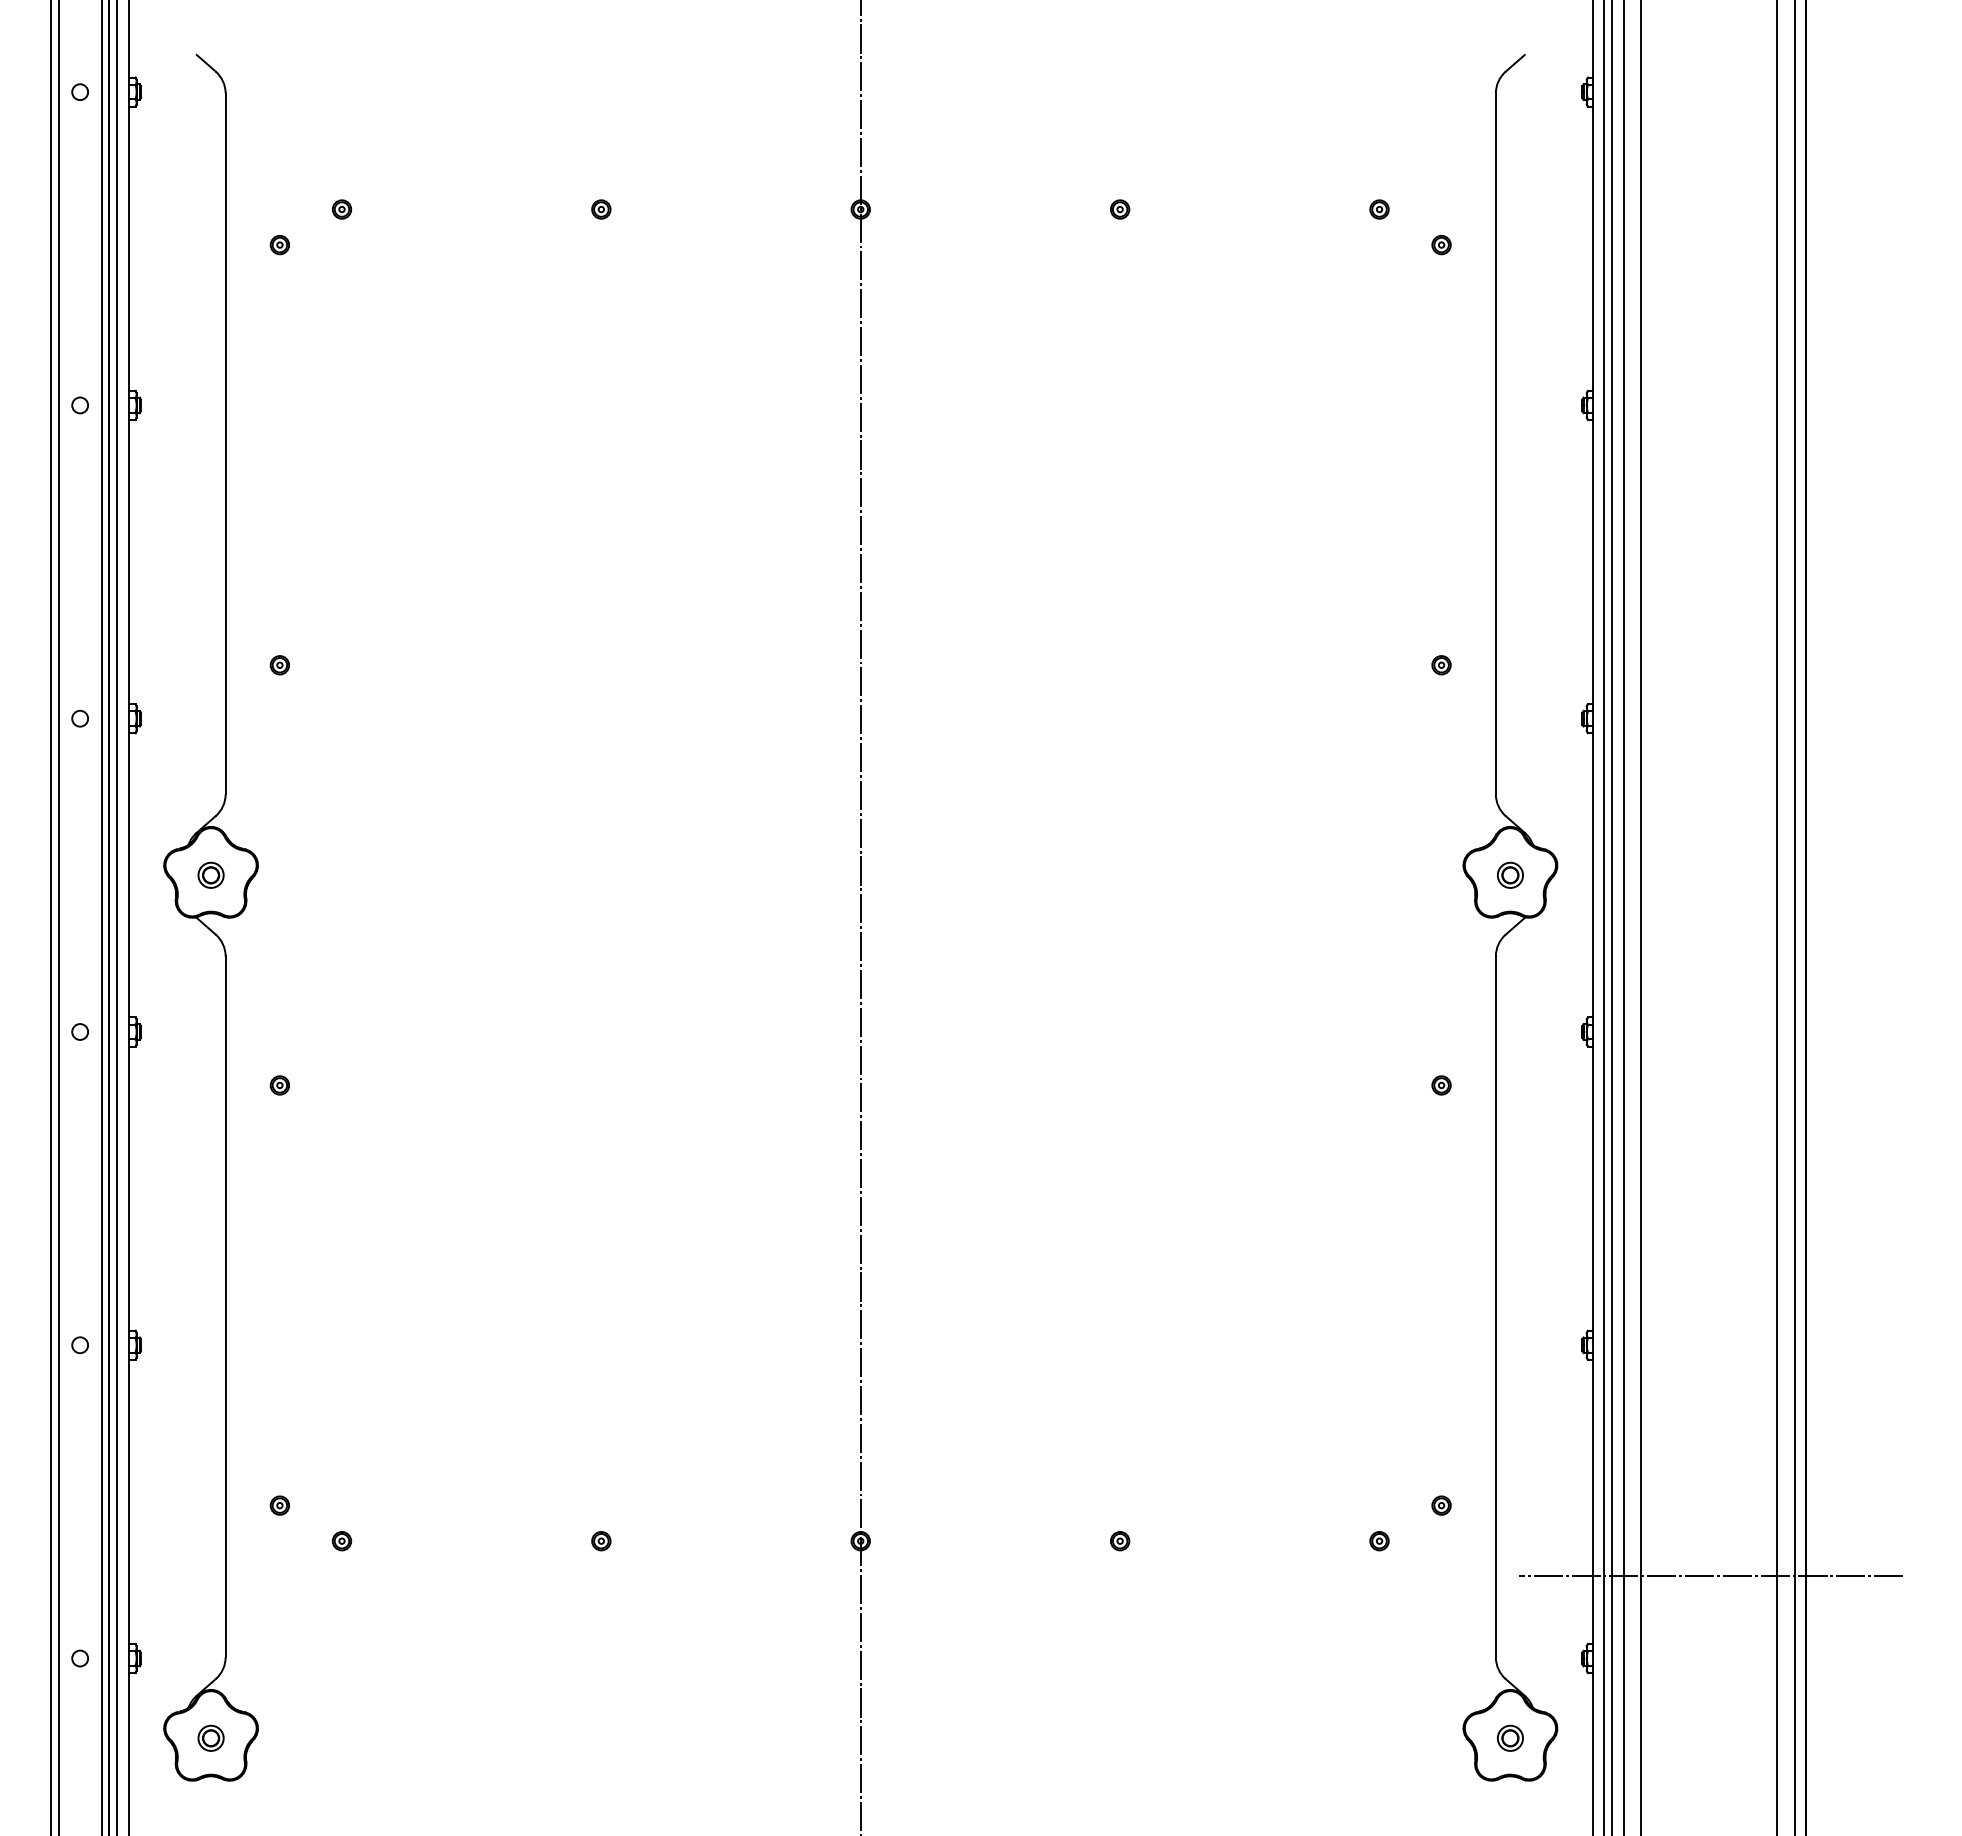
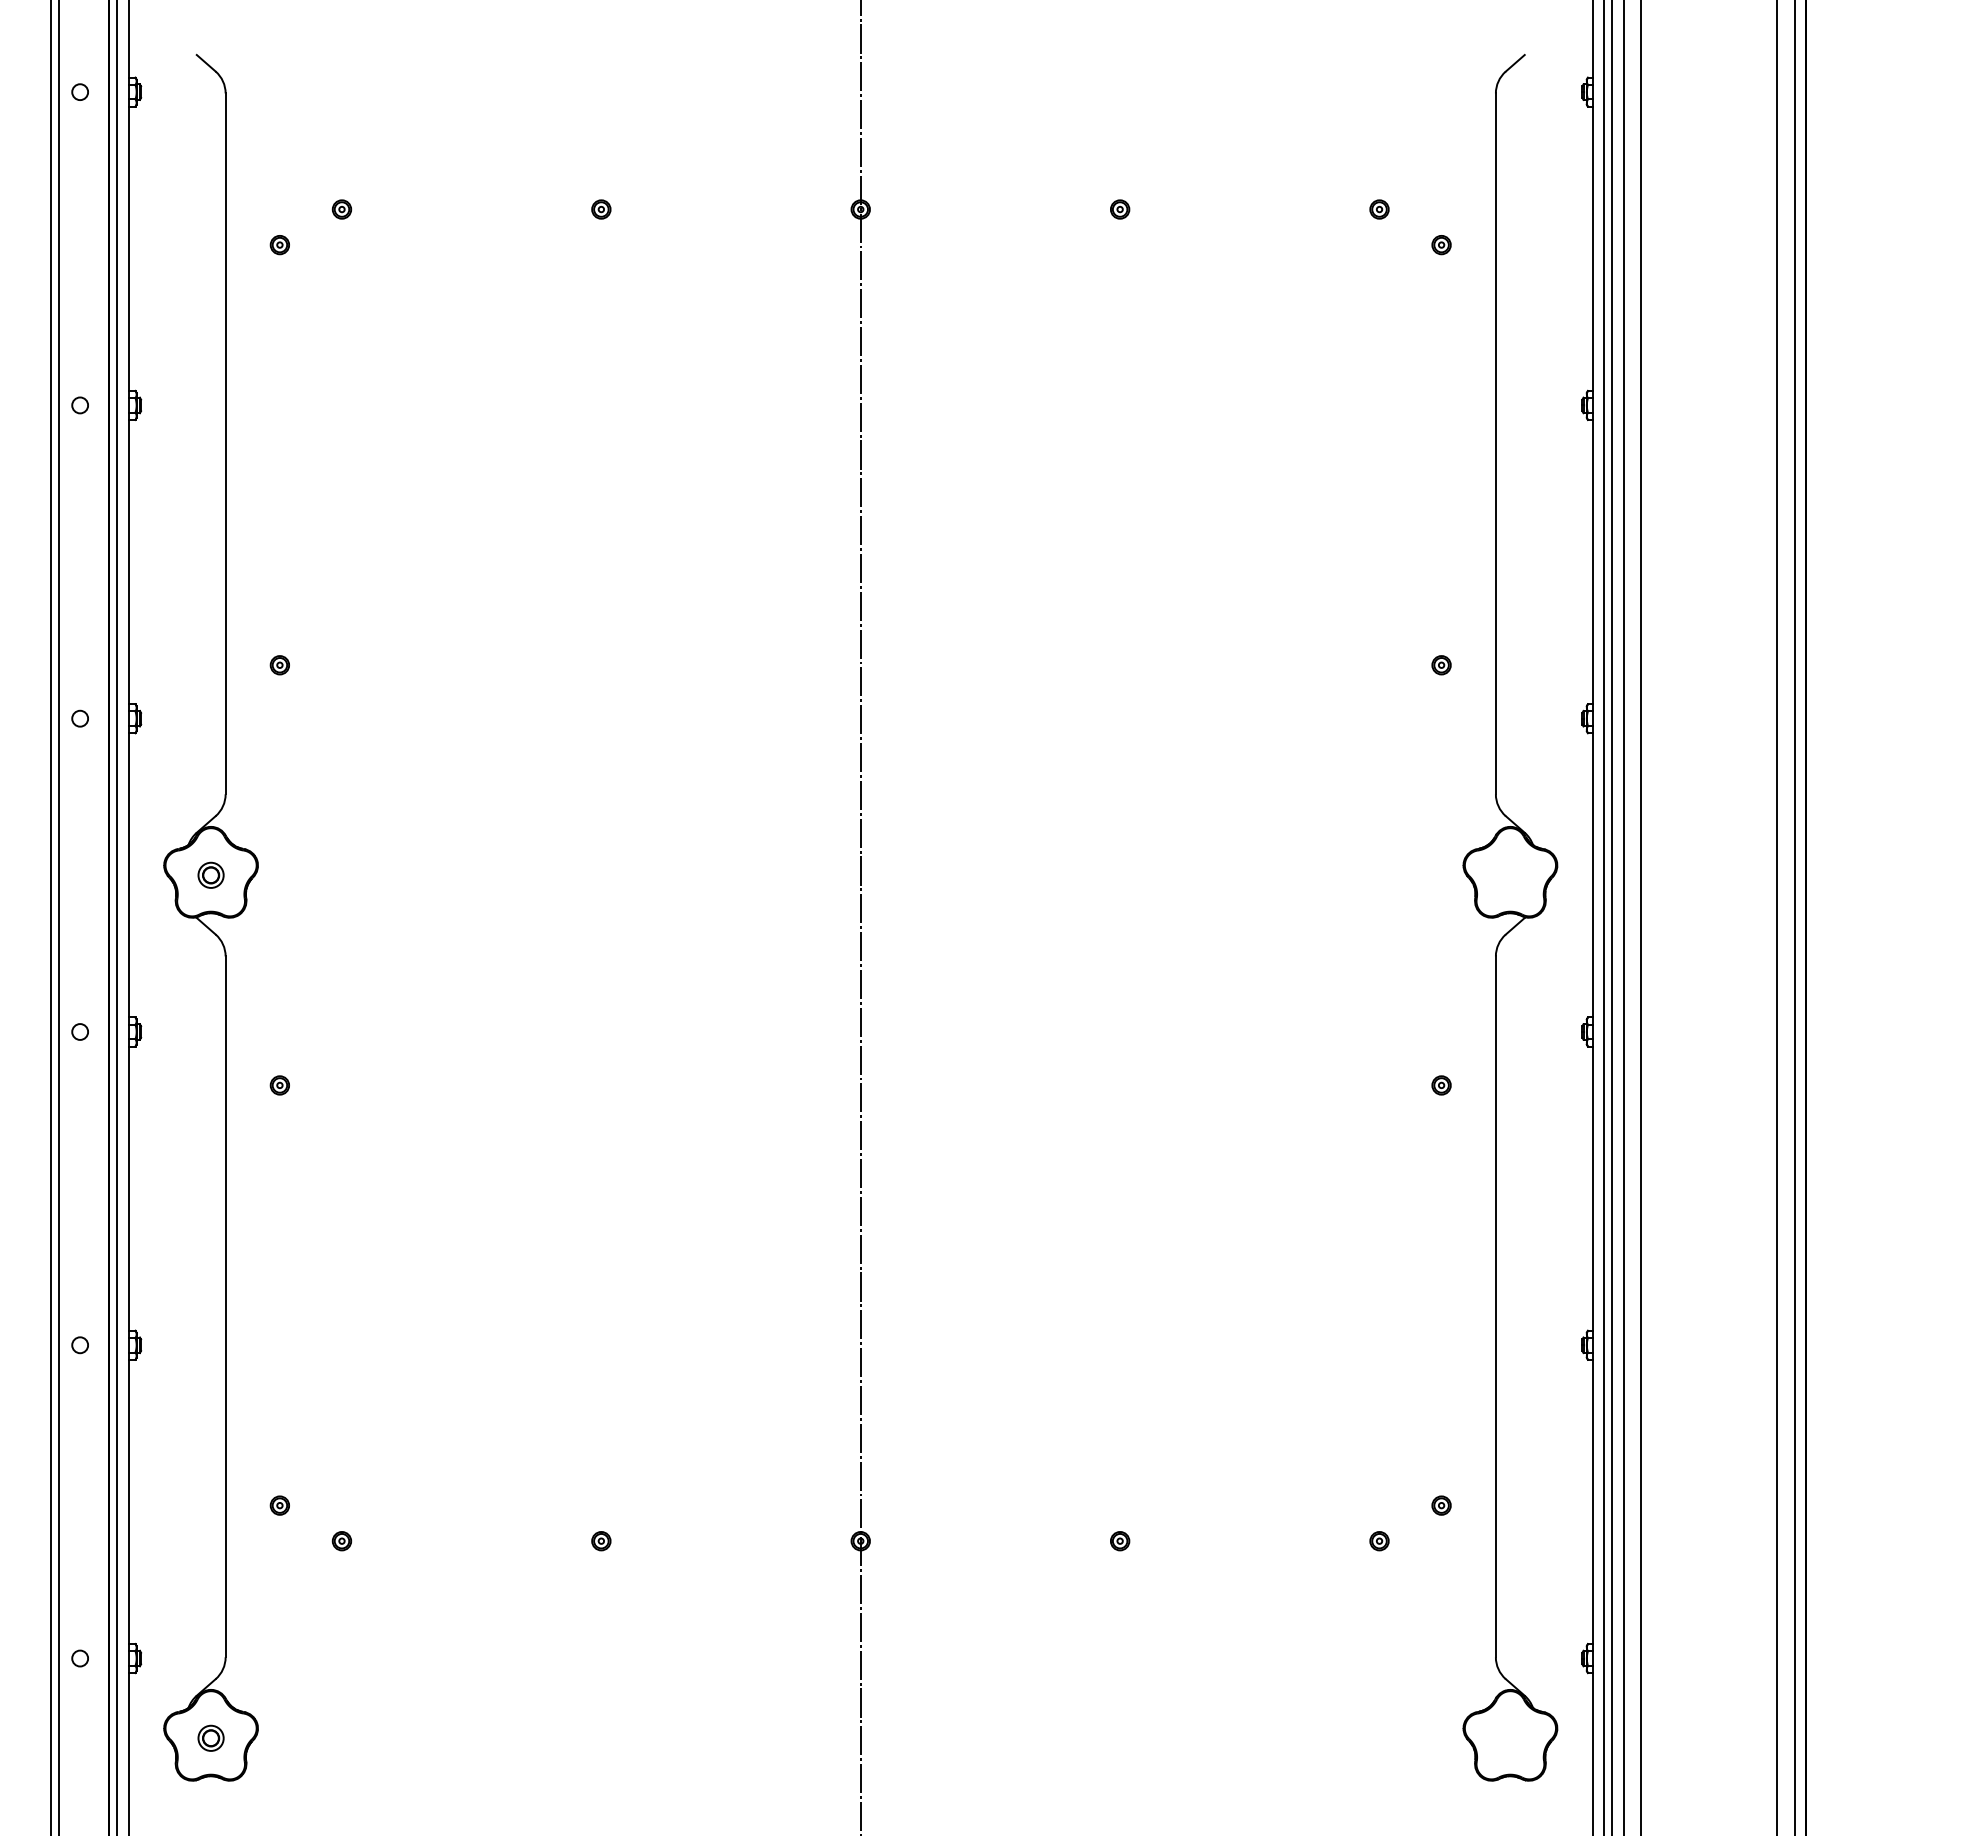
part at (1510, 874): present -> none
line at (101, 917): present -> none
line at (1711, 1575): present -> none
part at (1510, 1737): present -> none
